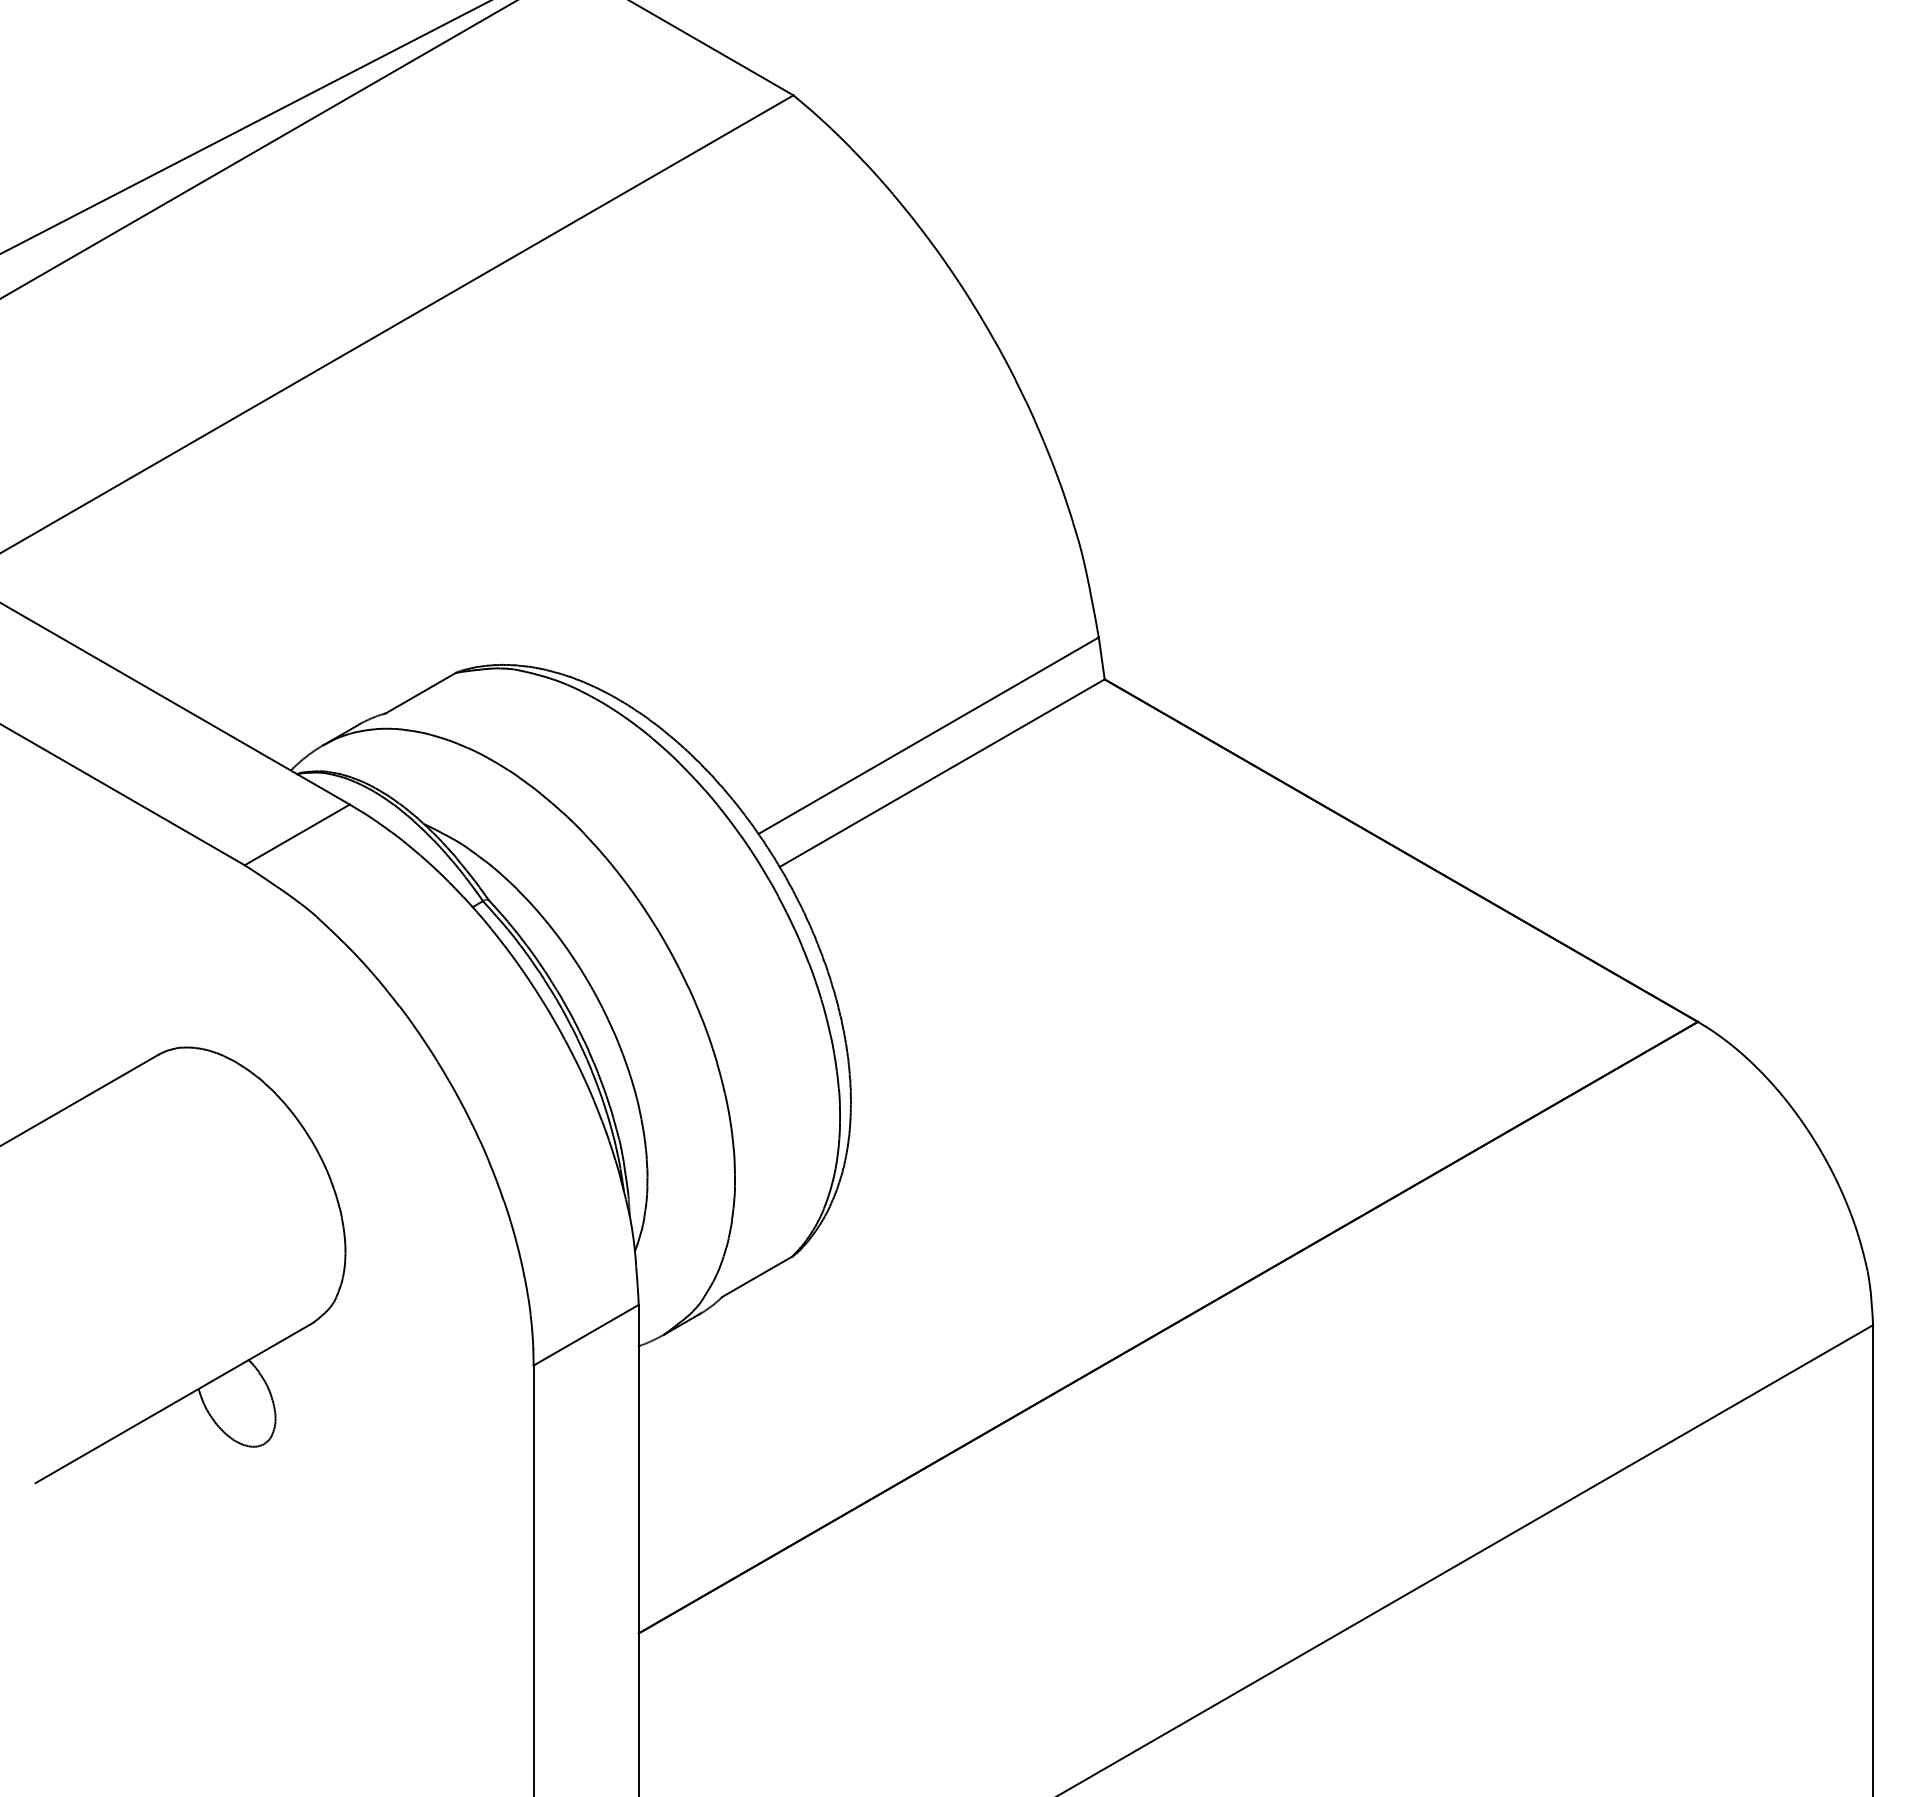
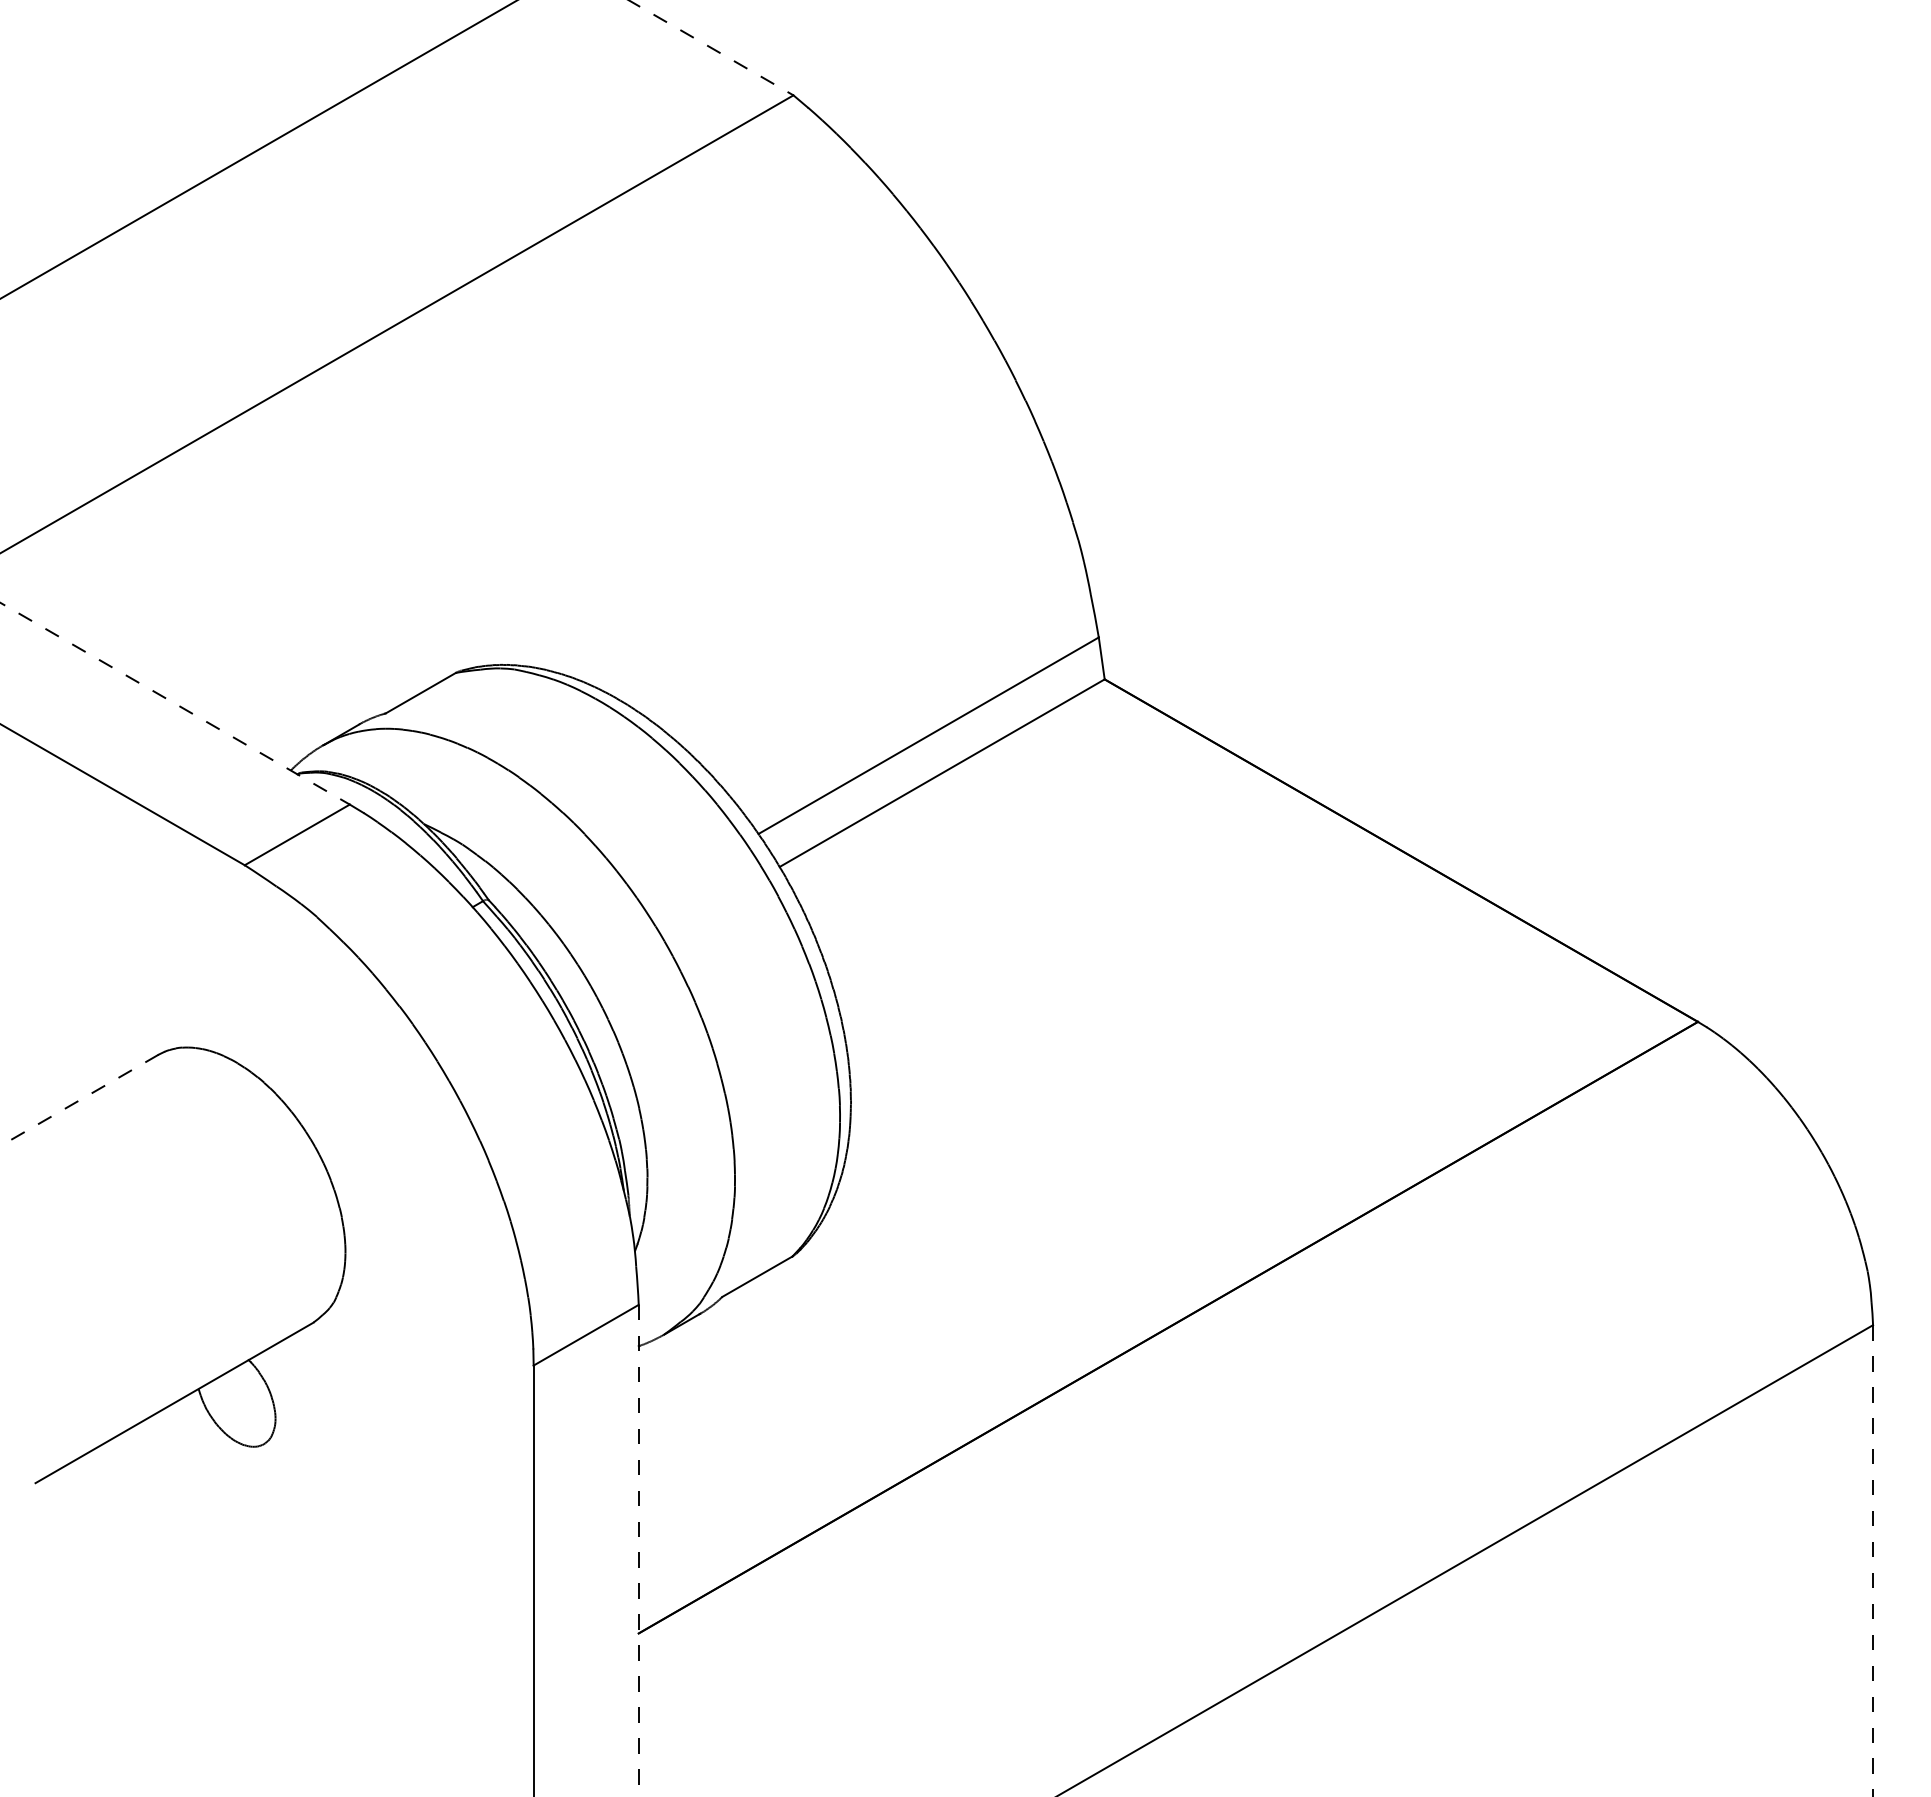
line at (711, 47): solid -> dashed
line at (244, 127): present -> none
line at (175, 703): solid -> dashed
line at (79, 1100): solid -> dashed
line at (638, 1550): solid -> dashed
line at (1873, 1561): solid -> dashed
